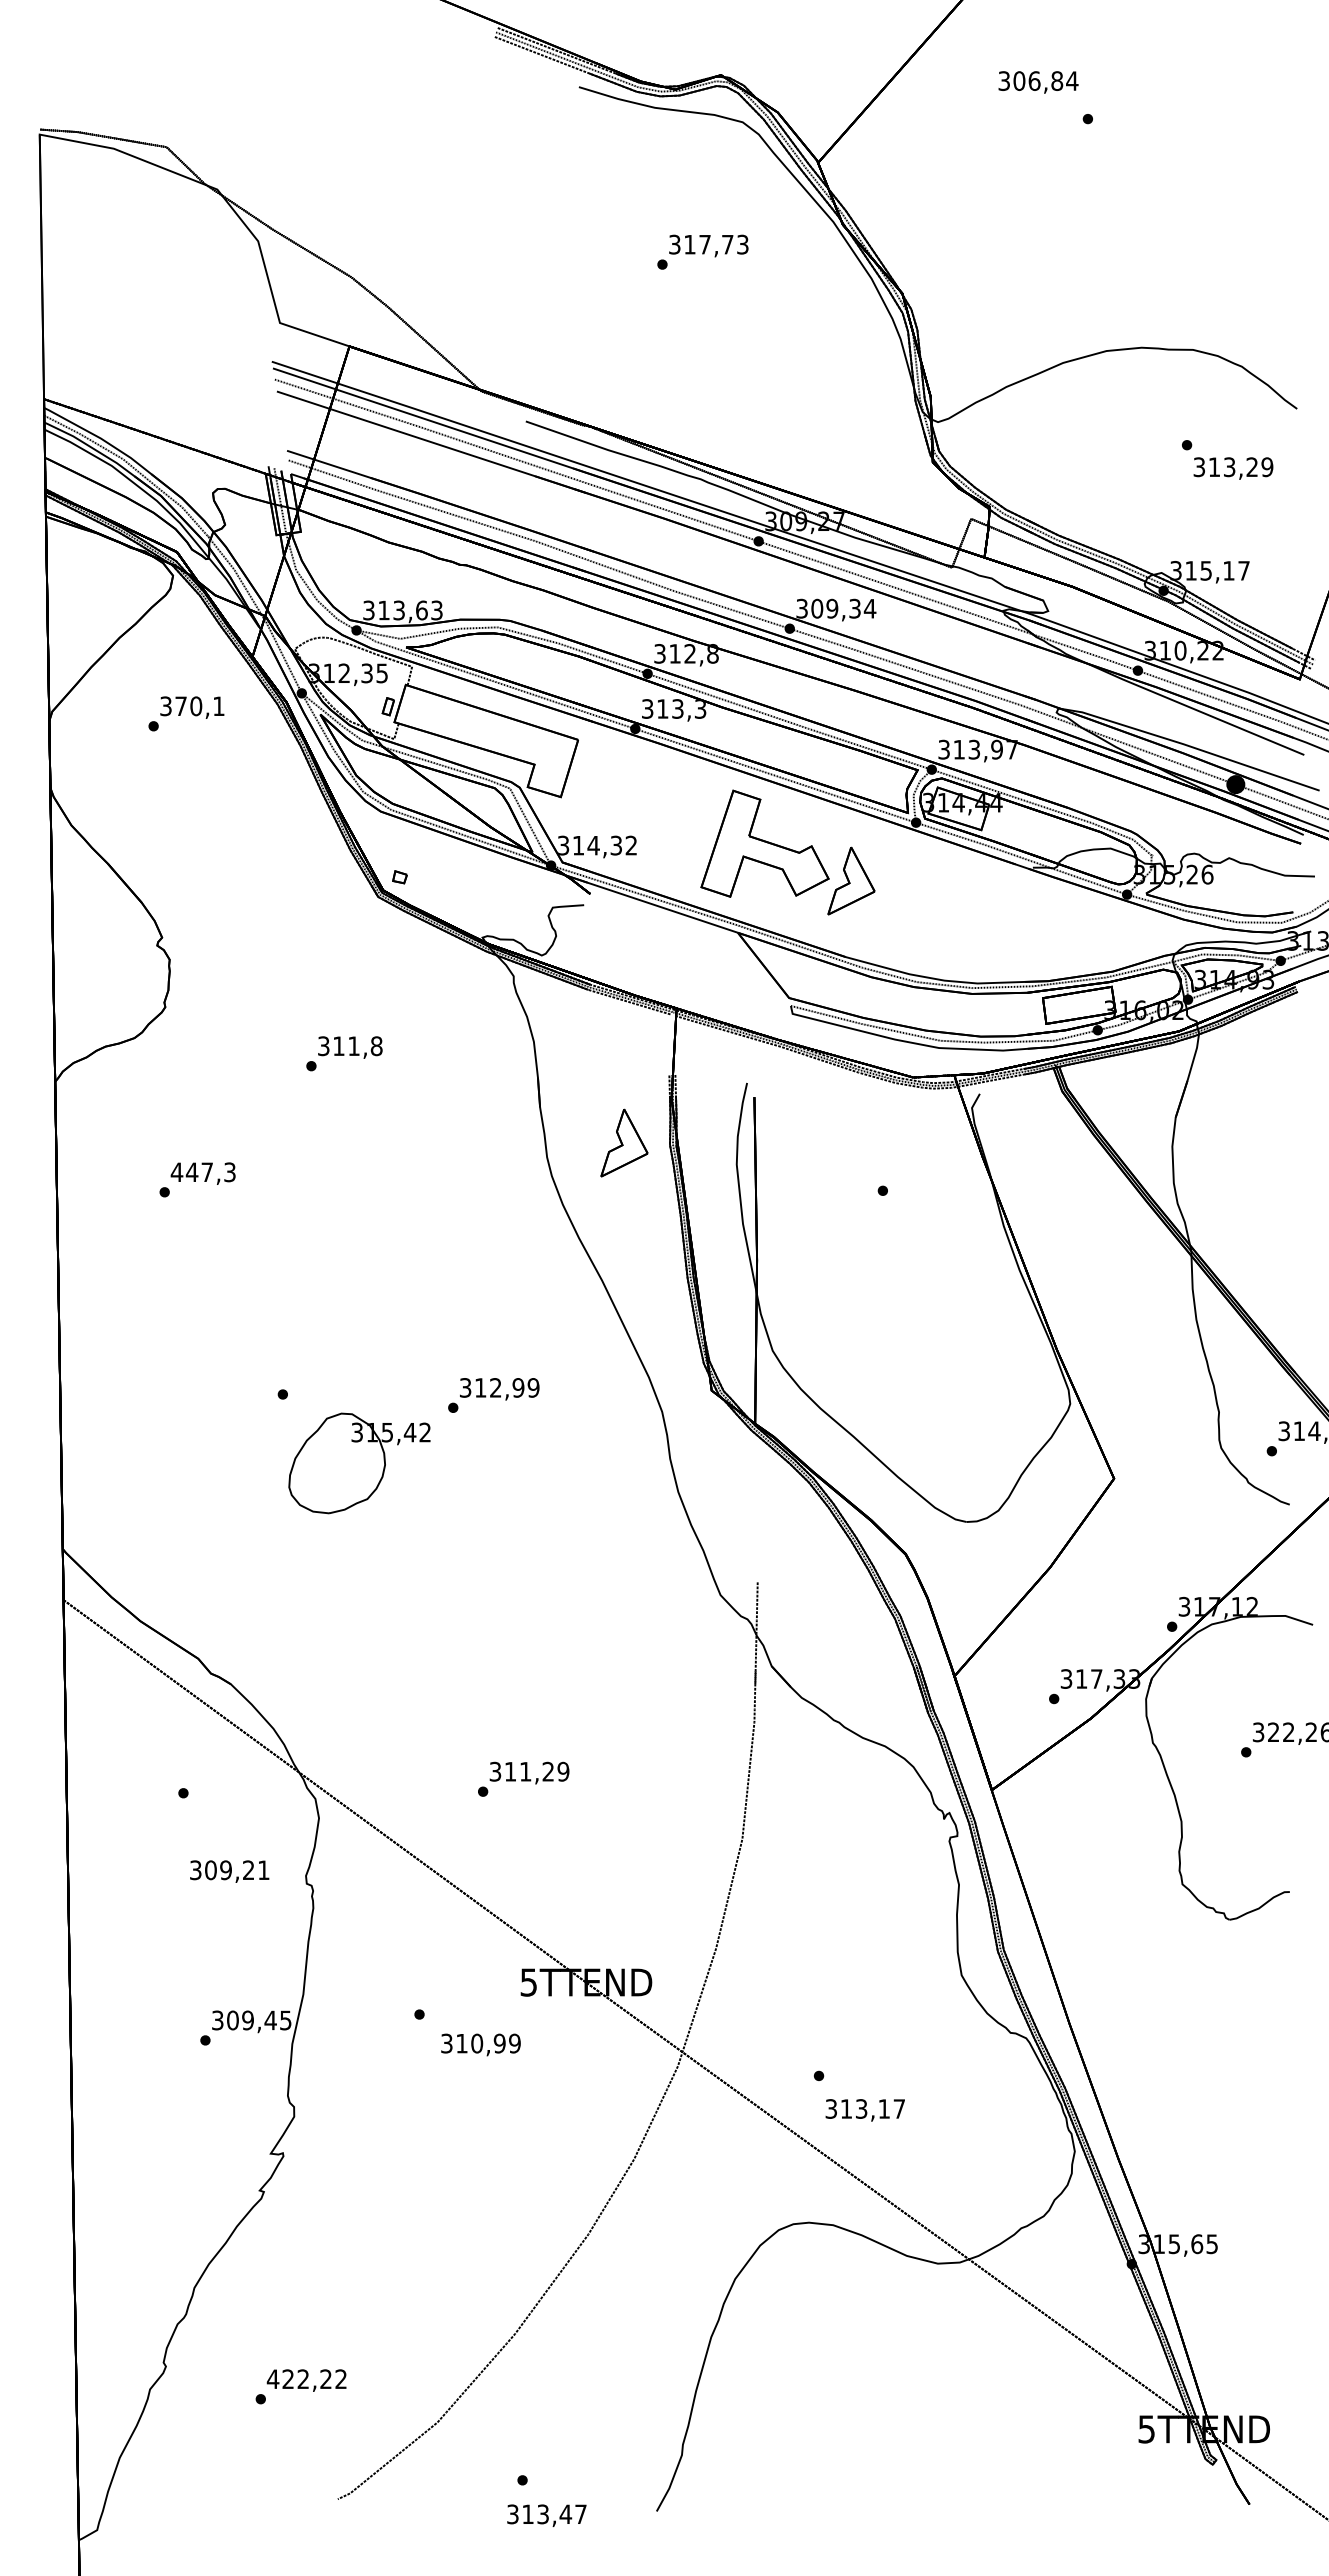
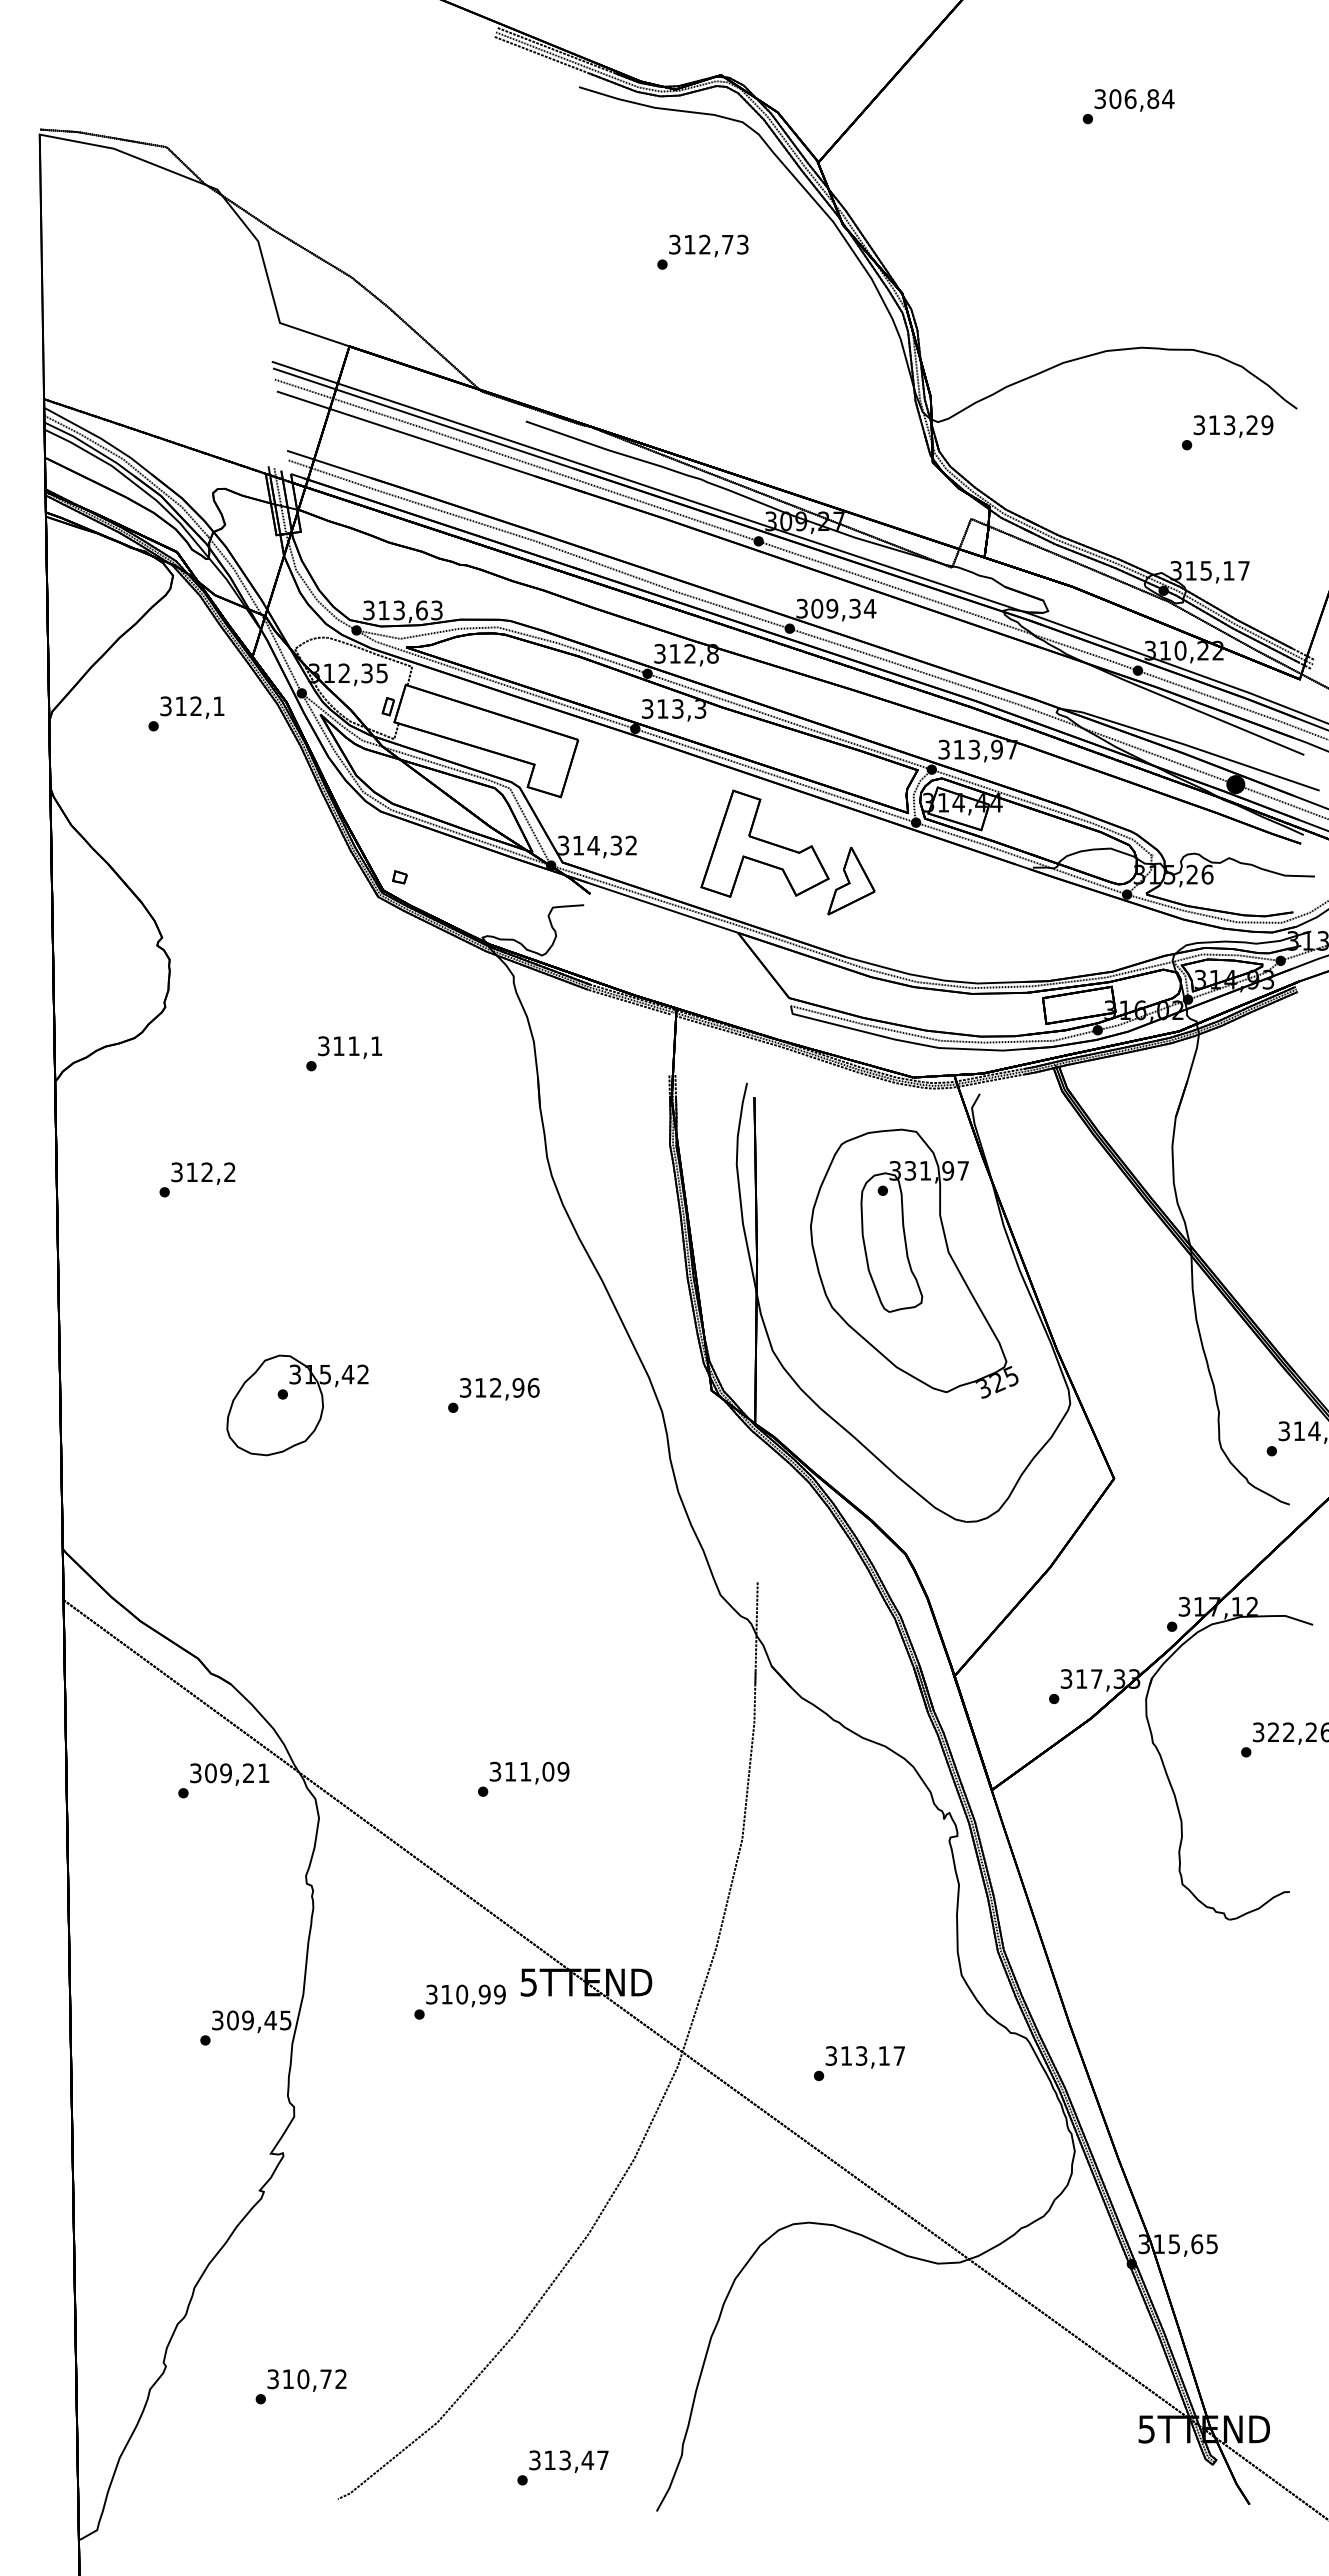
text at (1038, 82) position: (1038, 82) -> (1134, 100)
text at (704, 244): 317,73 -> 312,73
text at (1233, 468) position: (1233, 468) -> (1233, 426)
text at (188, 706): 370,1 -> 312,1
text at (376, 1046): 311,8 -> 311,1
part at (624, 1142): present -> none
text at (202, 1172): 447,3 -> 312,2
part at (914, 1263): none -> present
text at (533, 1387): 312,99 -> 312,96
part at (359, 1463) position: (359, 1463) -> (297, 1405)
text at (548, 1771): 311,29 -> 311,09
text at (229, 1871) position: (229, 1871) -> (229, 1774)
text at (480, 2044) position: (480, 2044) -> (465, 1995)
text at (864, 2110) position: (864, 2110) -> (864, 2057)
text at (298, 2379): 422,22 -> 310,72
text at (546, 2515) position: (546, 2515) -> (568, 2461)
